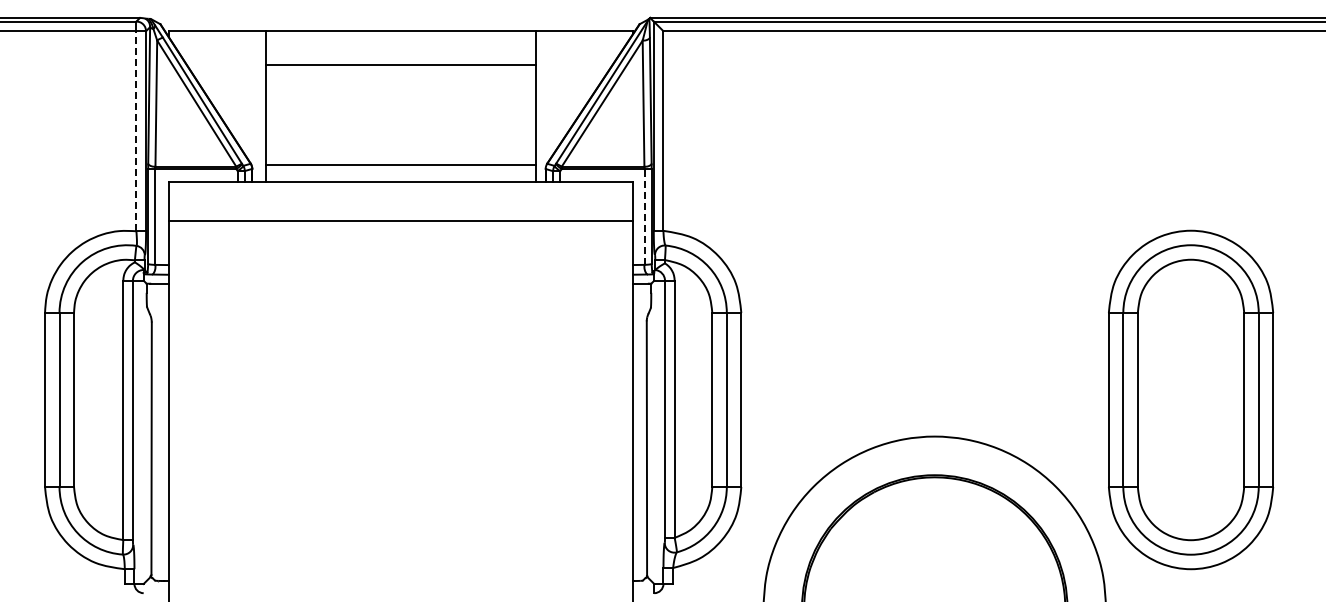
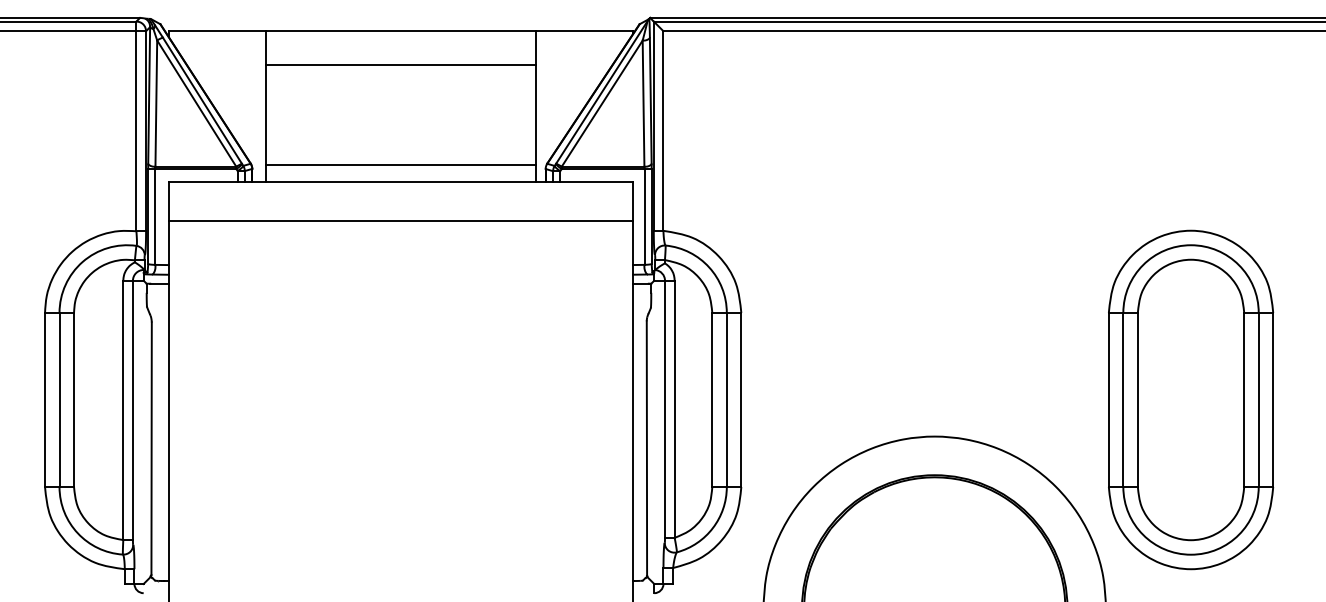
line at (136, 130): dashed -> solid
line at (644, 216): dashed -> solid
